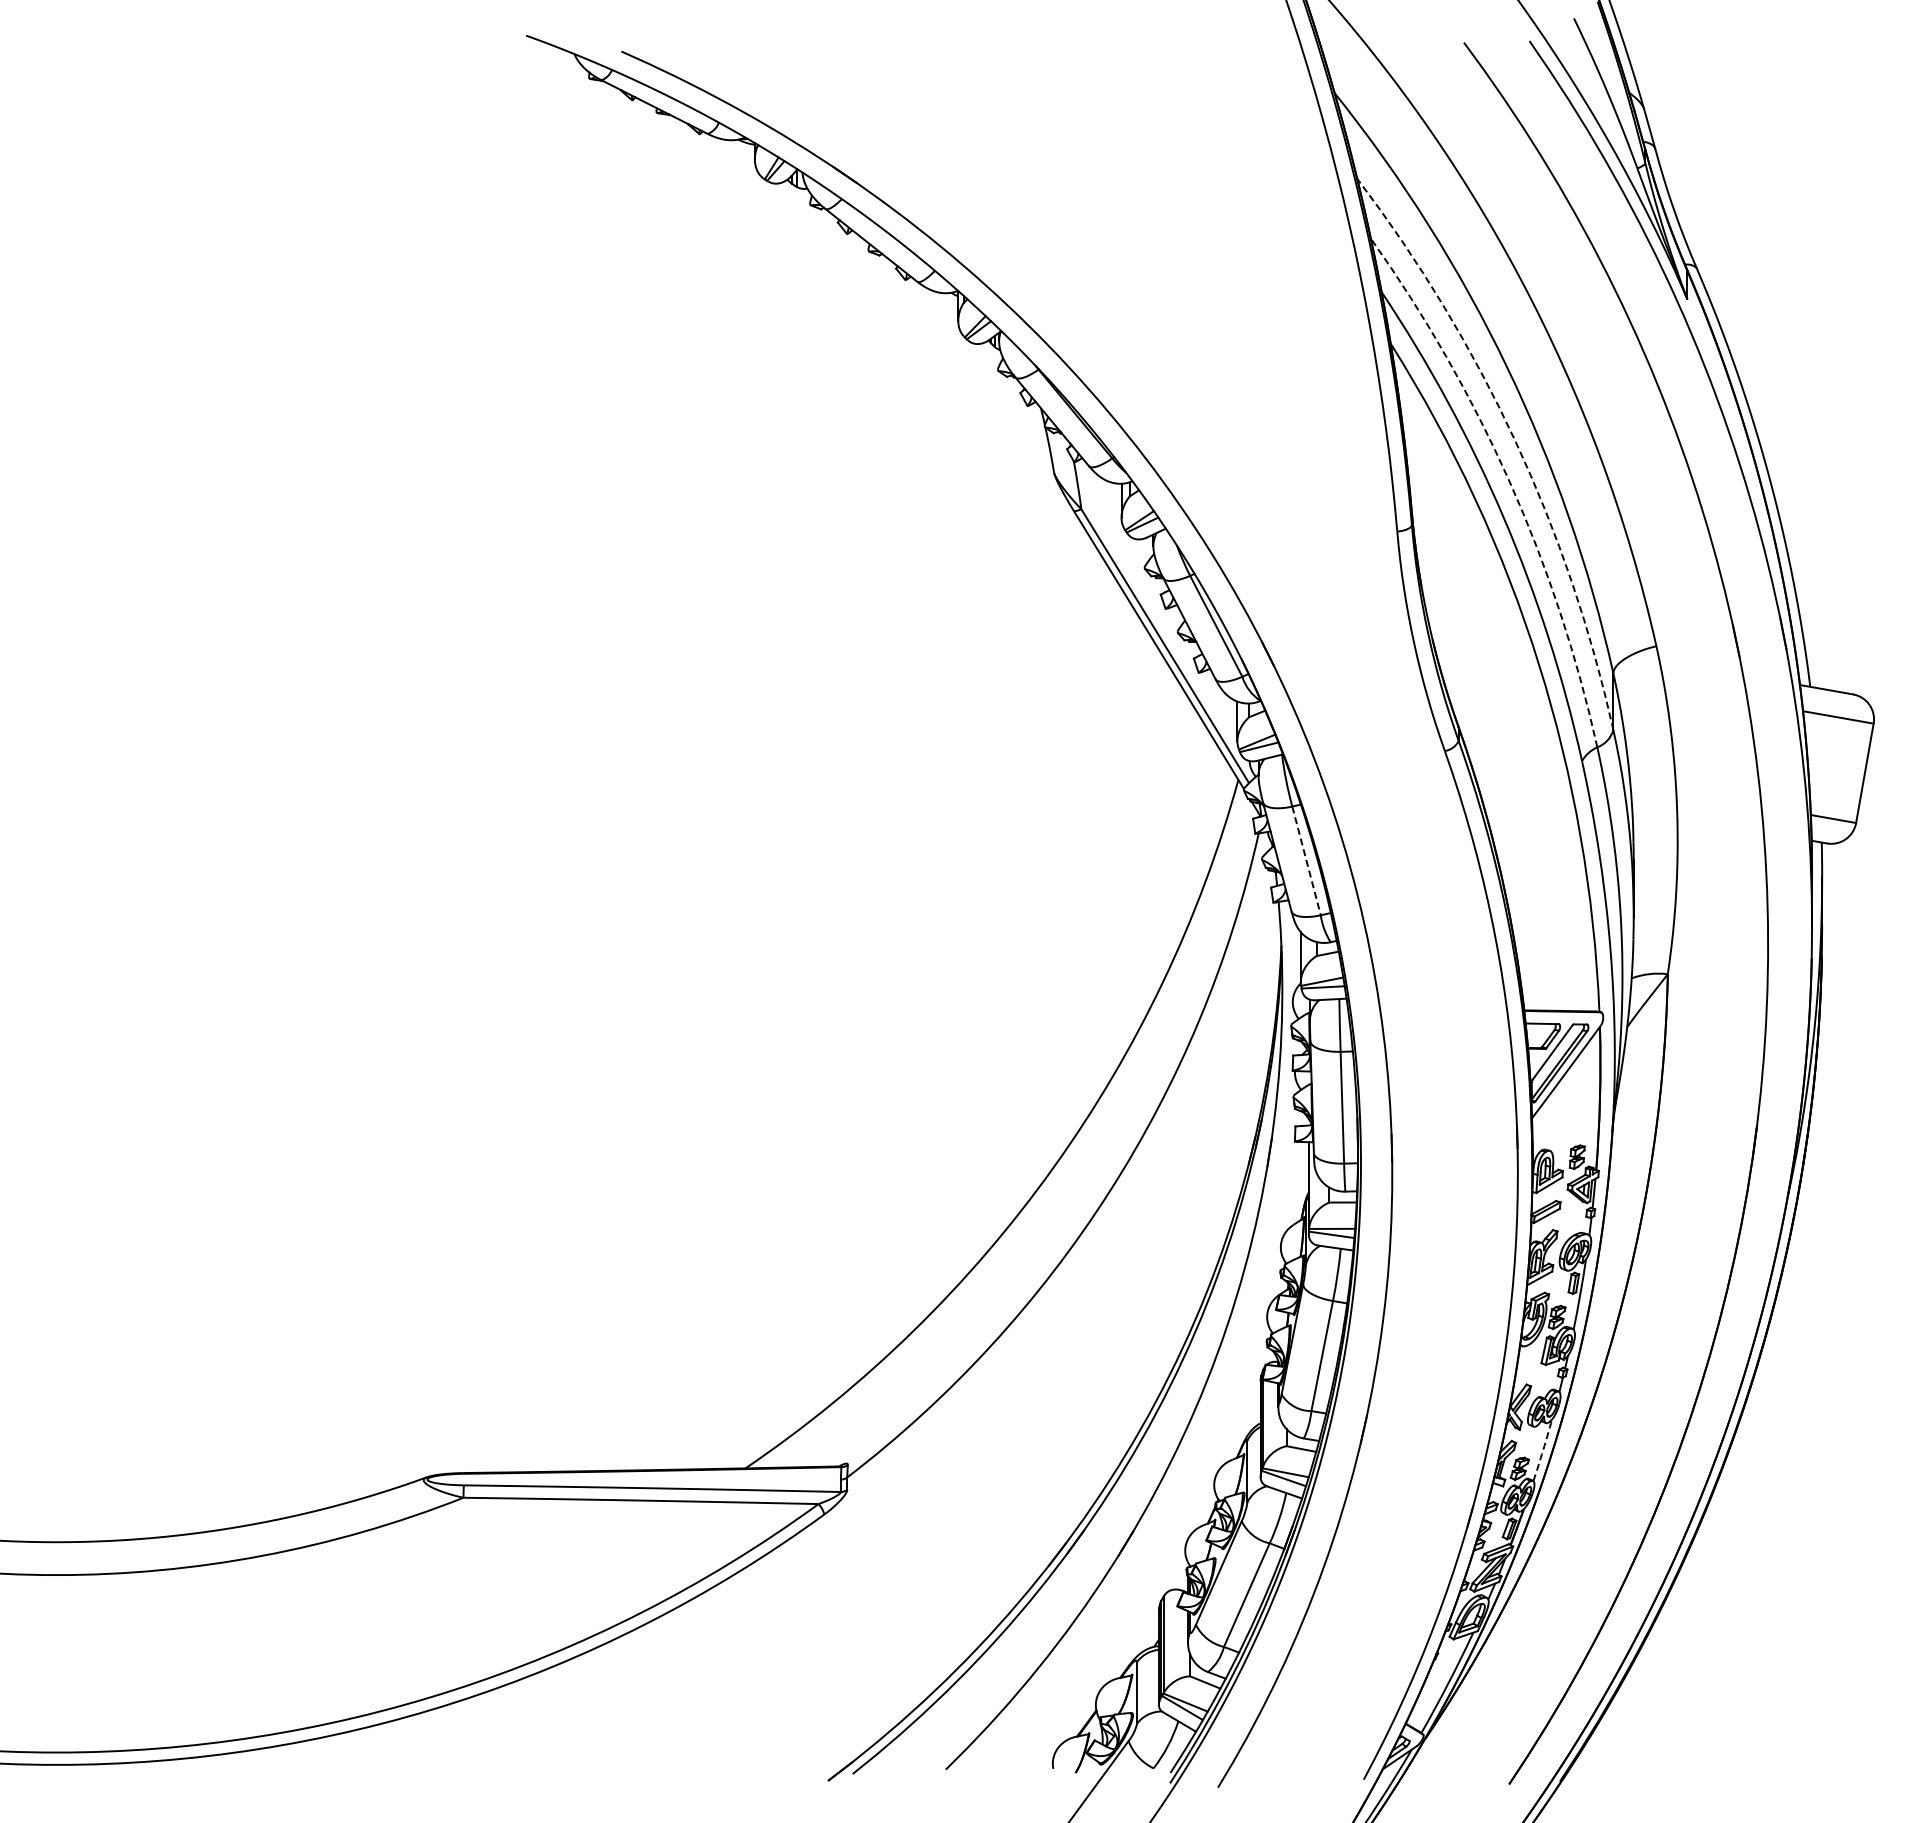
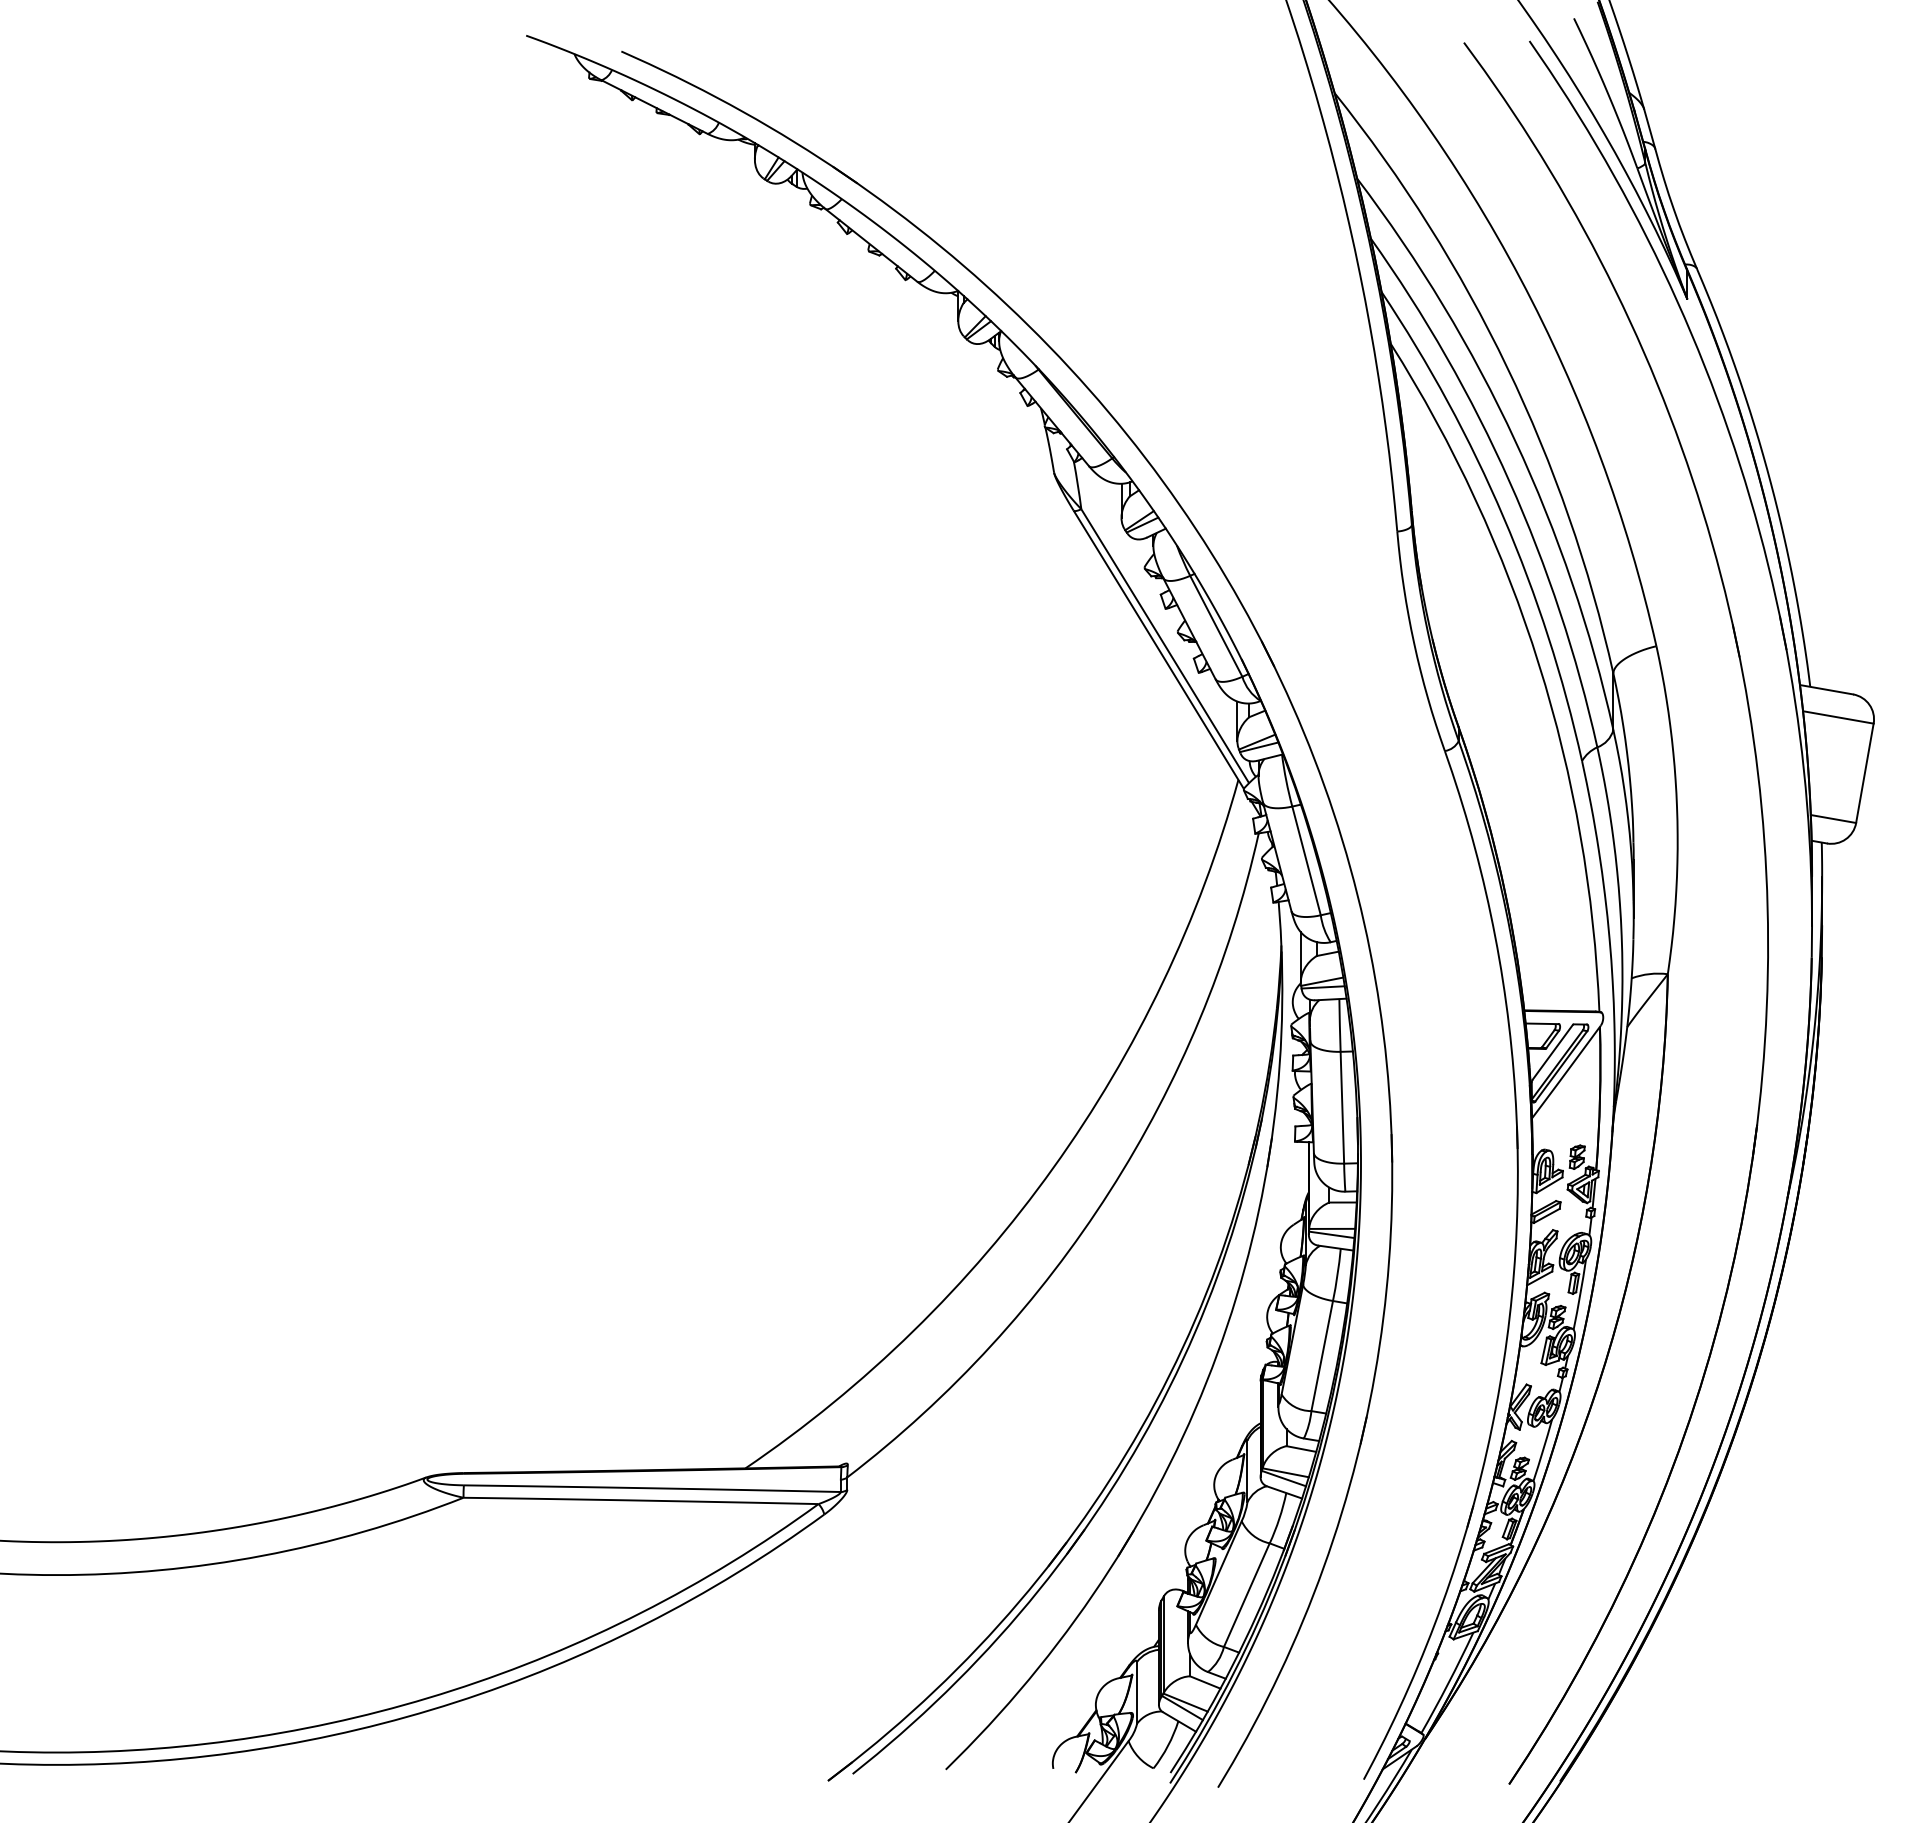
arc at (1515, 440): dashed -> solid
arc at (1509, 481): dashed -> solid
line at (1306, 861): dashed -> solid
arc at (1543, 1450): dashed -> solid
